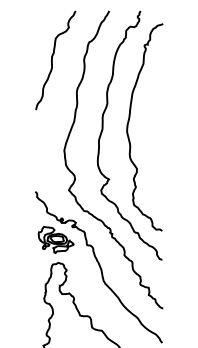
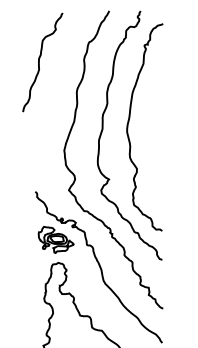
curve at (52, 60) position: (52, 60) -> (39, 62)
